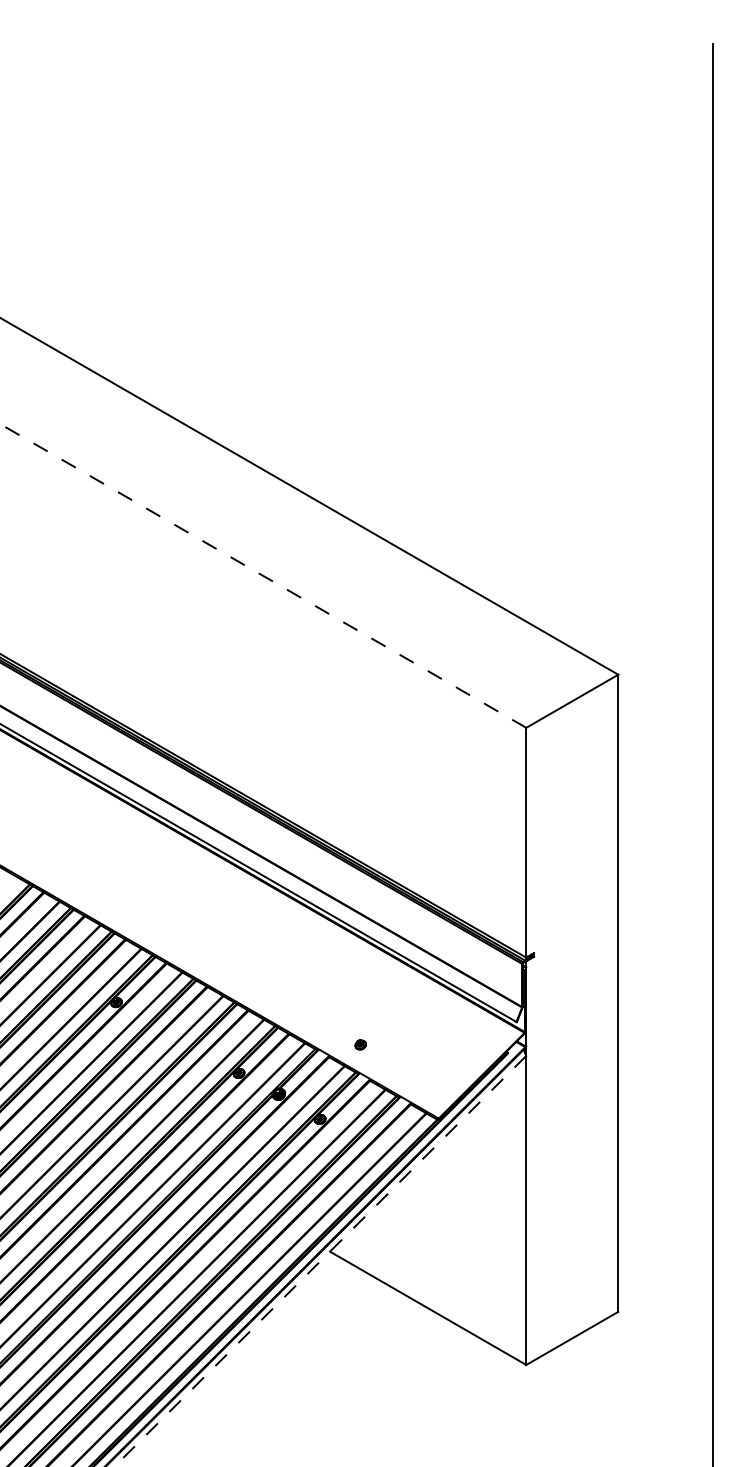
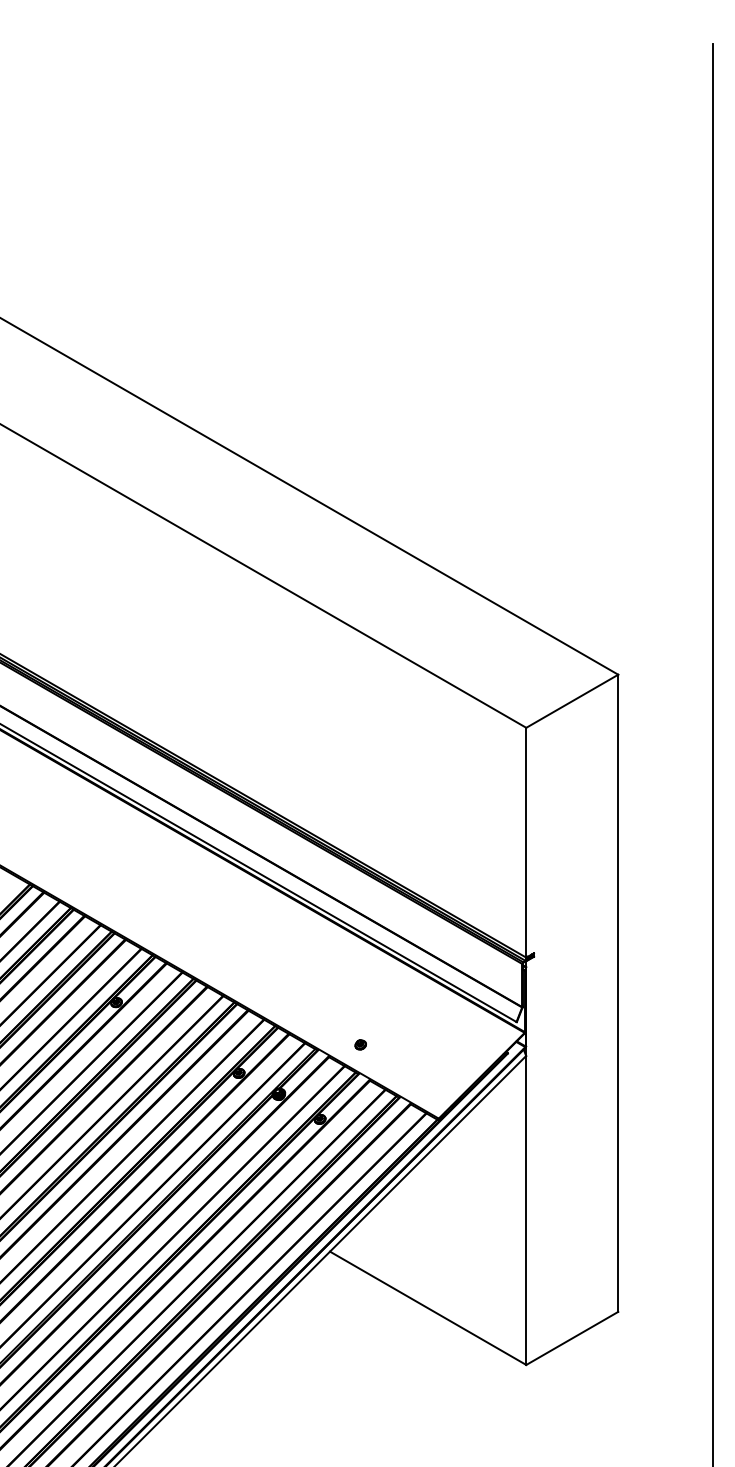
line at (263, 575): dashed -> solid
line at (320, 1261): dashed -> solid
